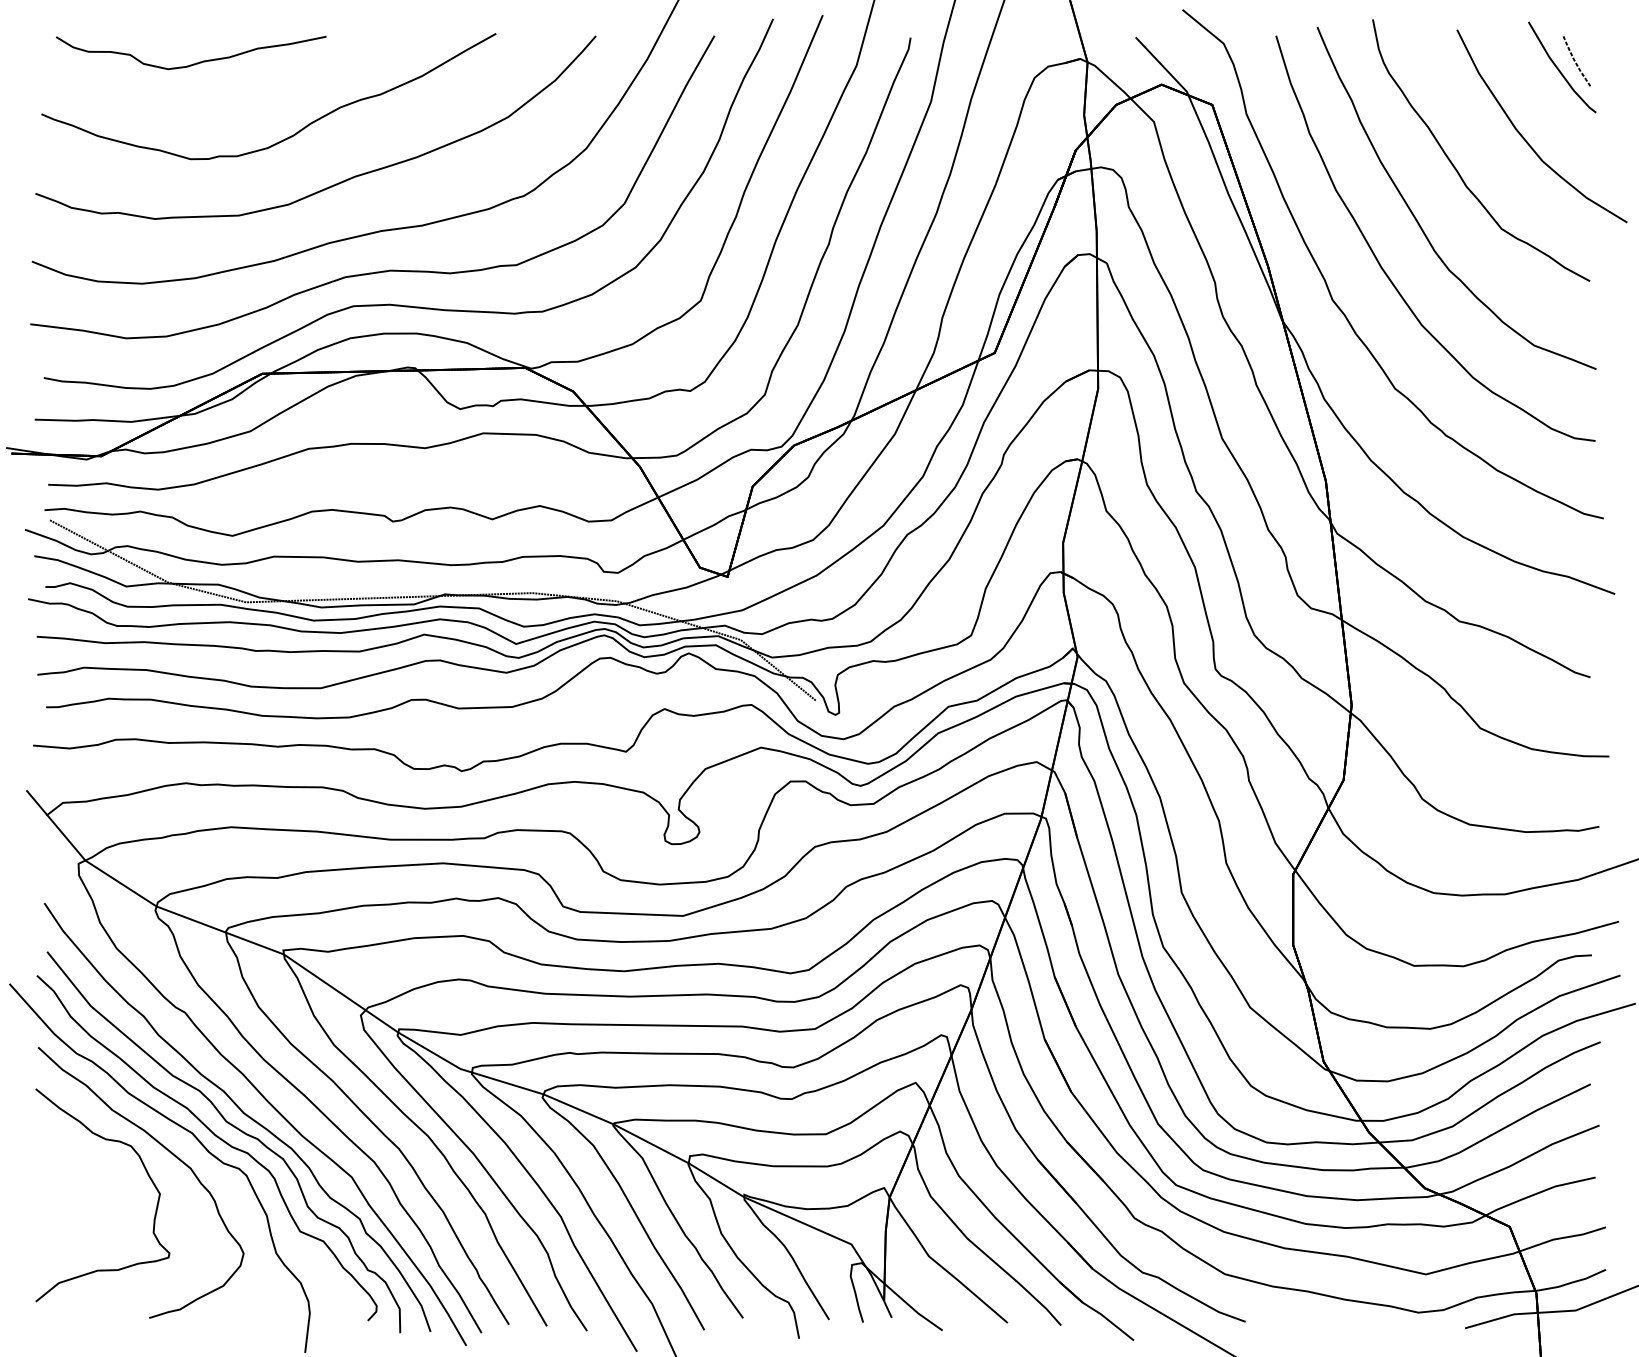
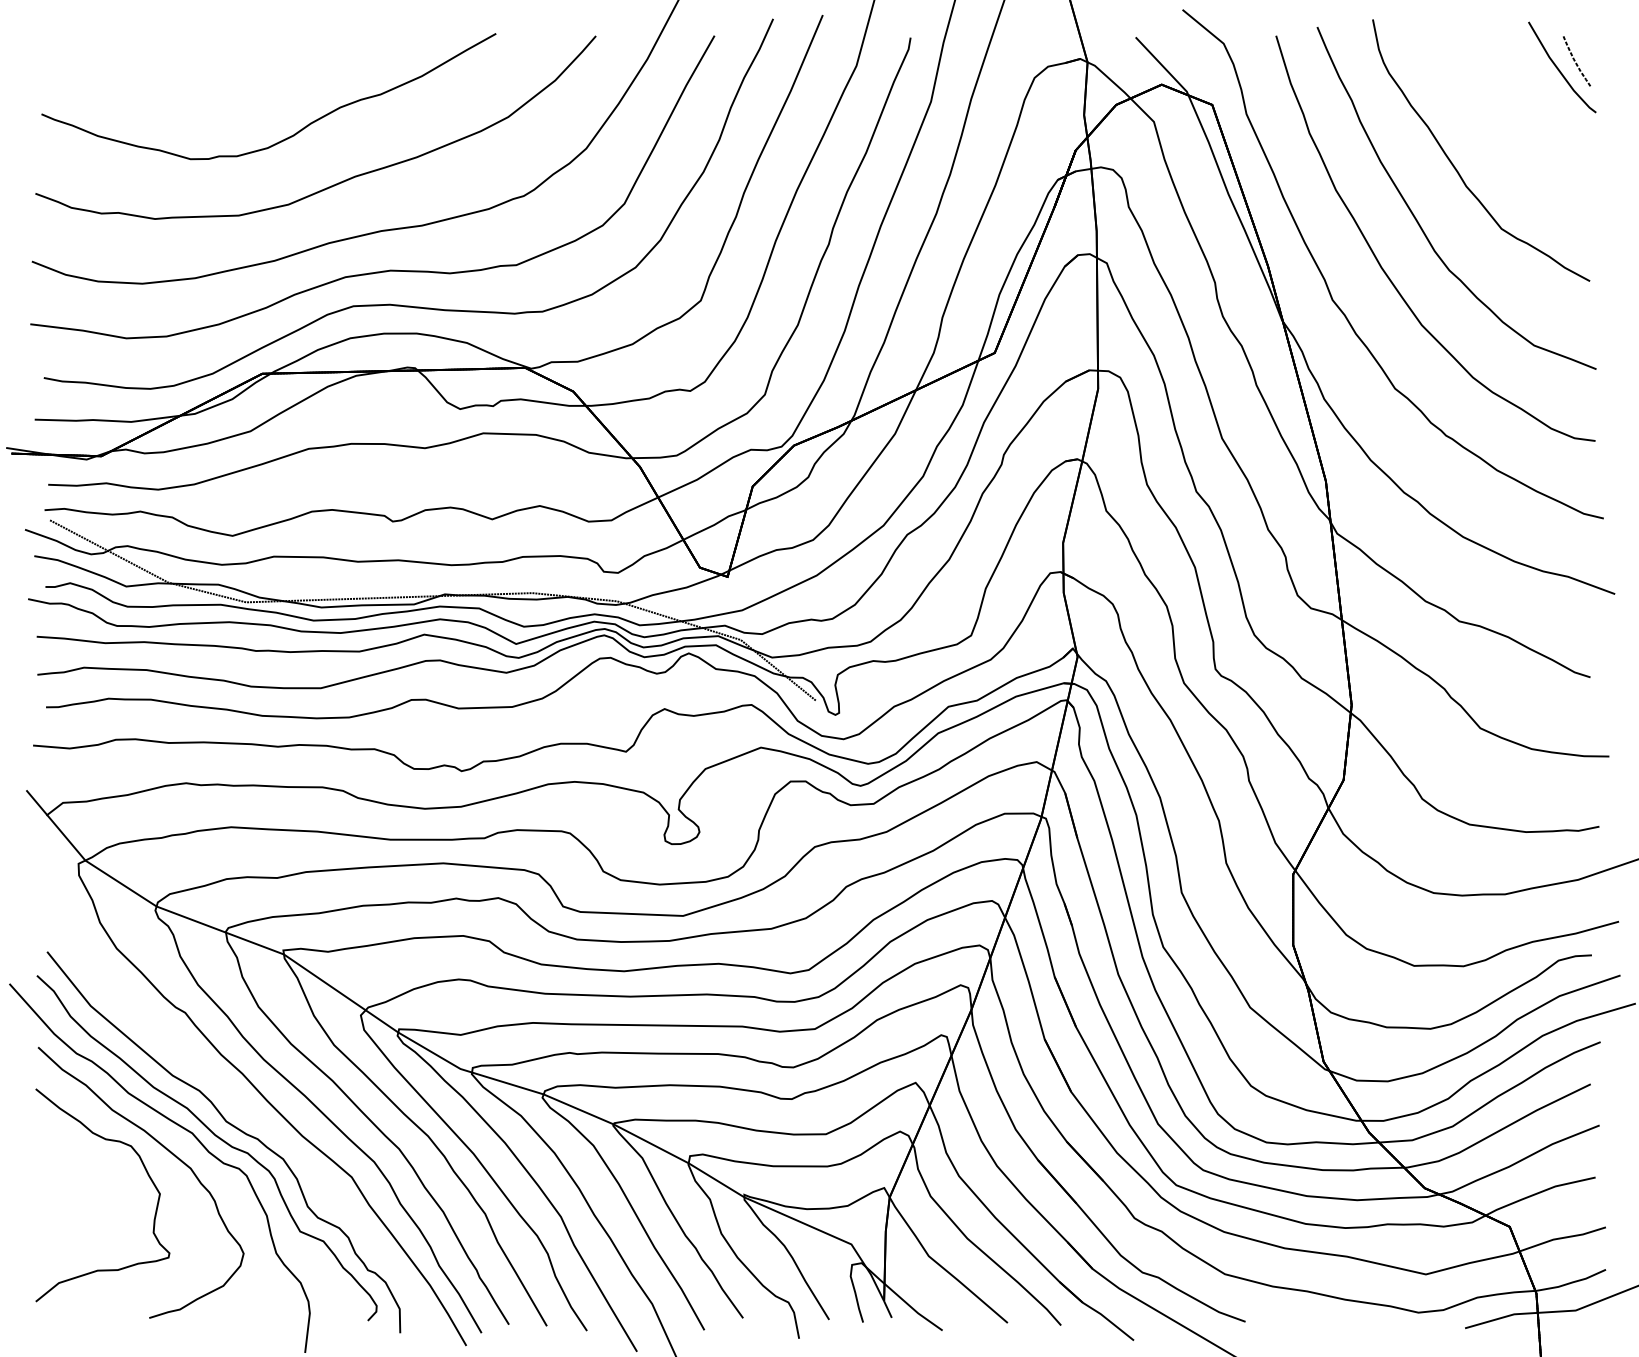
part at (193, 63): present -> none
part at (1524, 137): present -> none
curve at (241, 1112): present -> none
